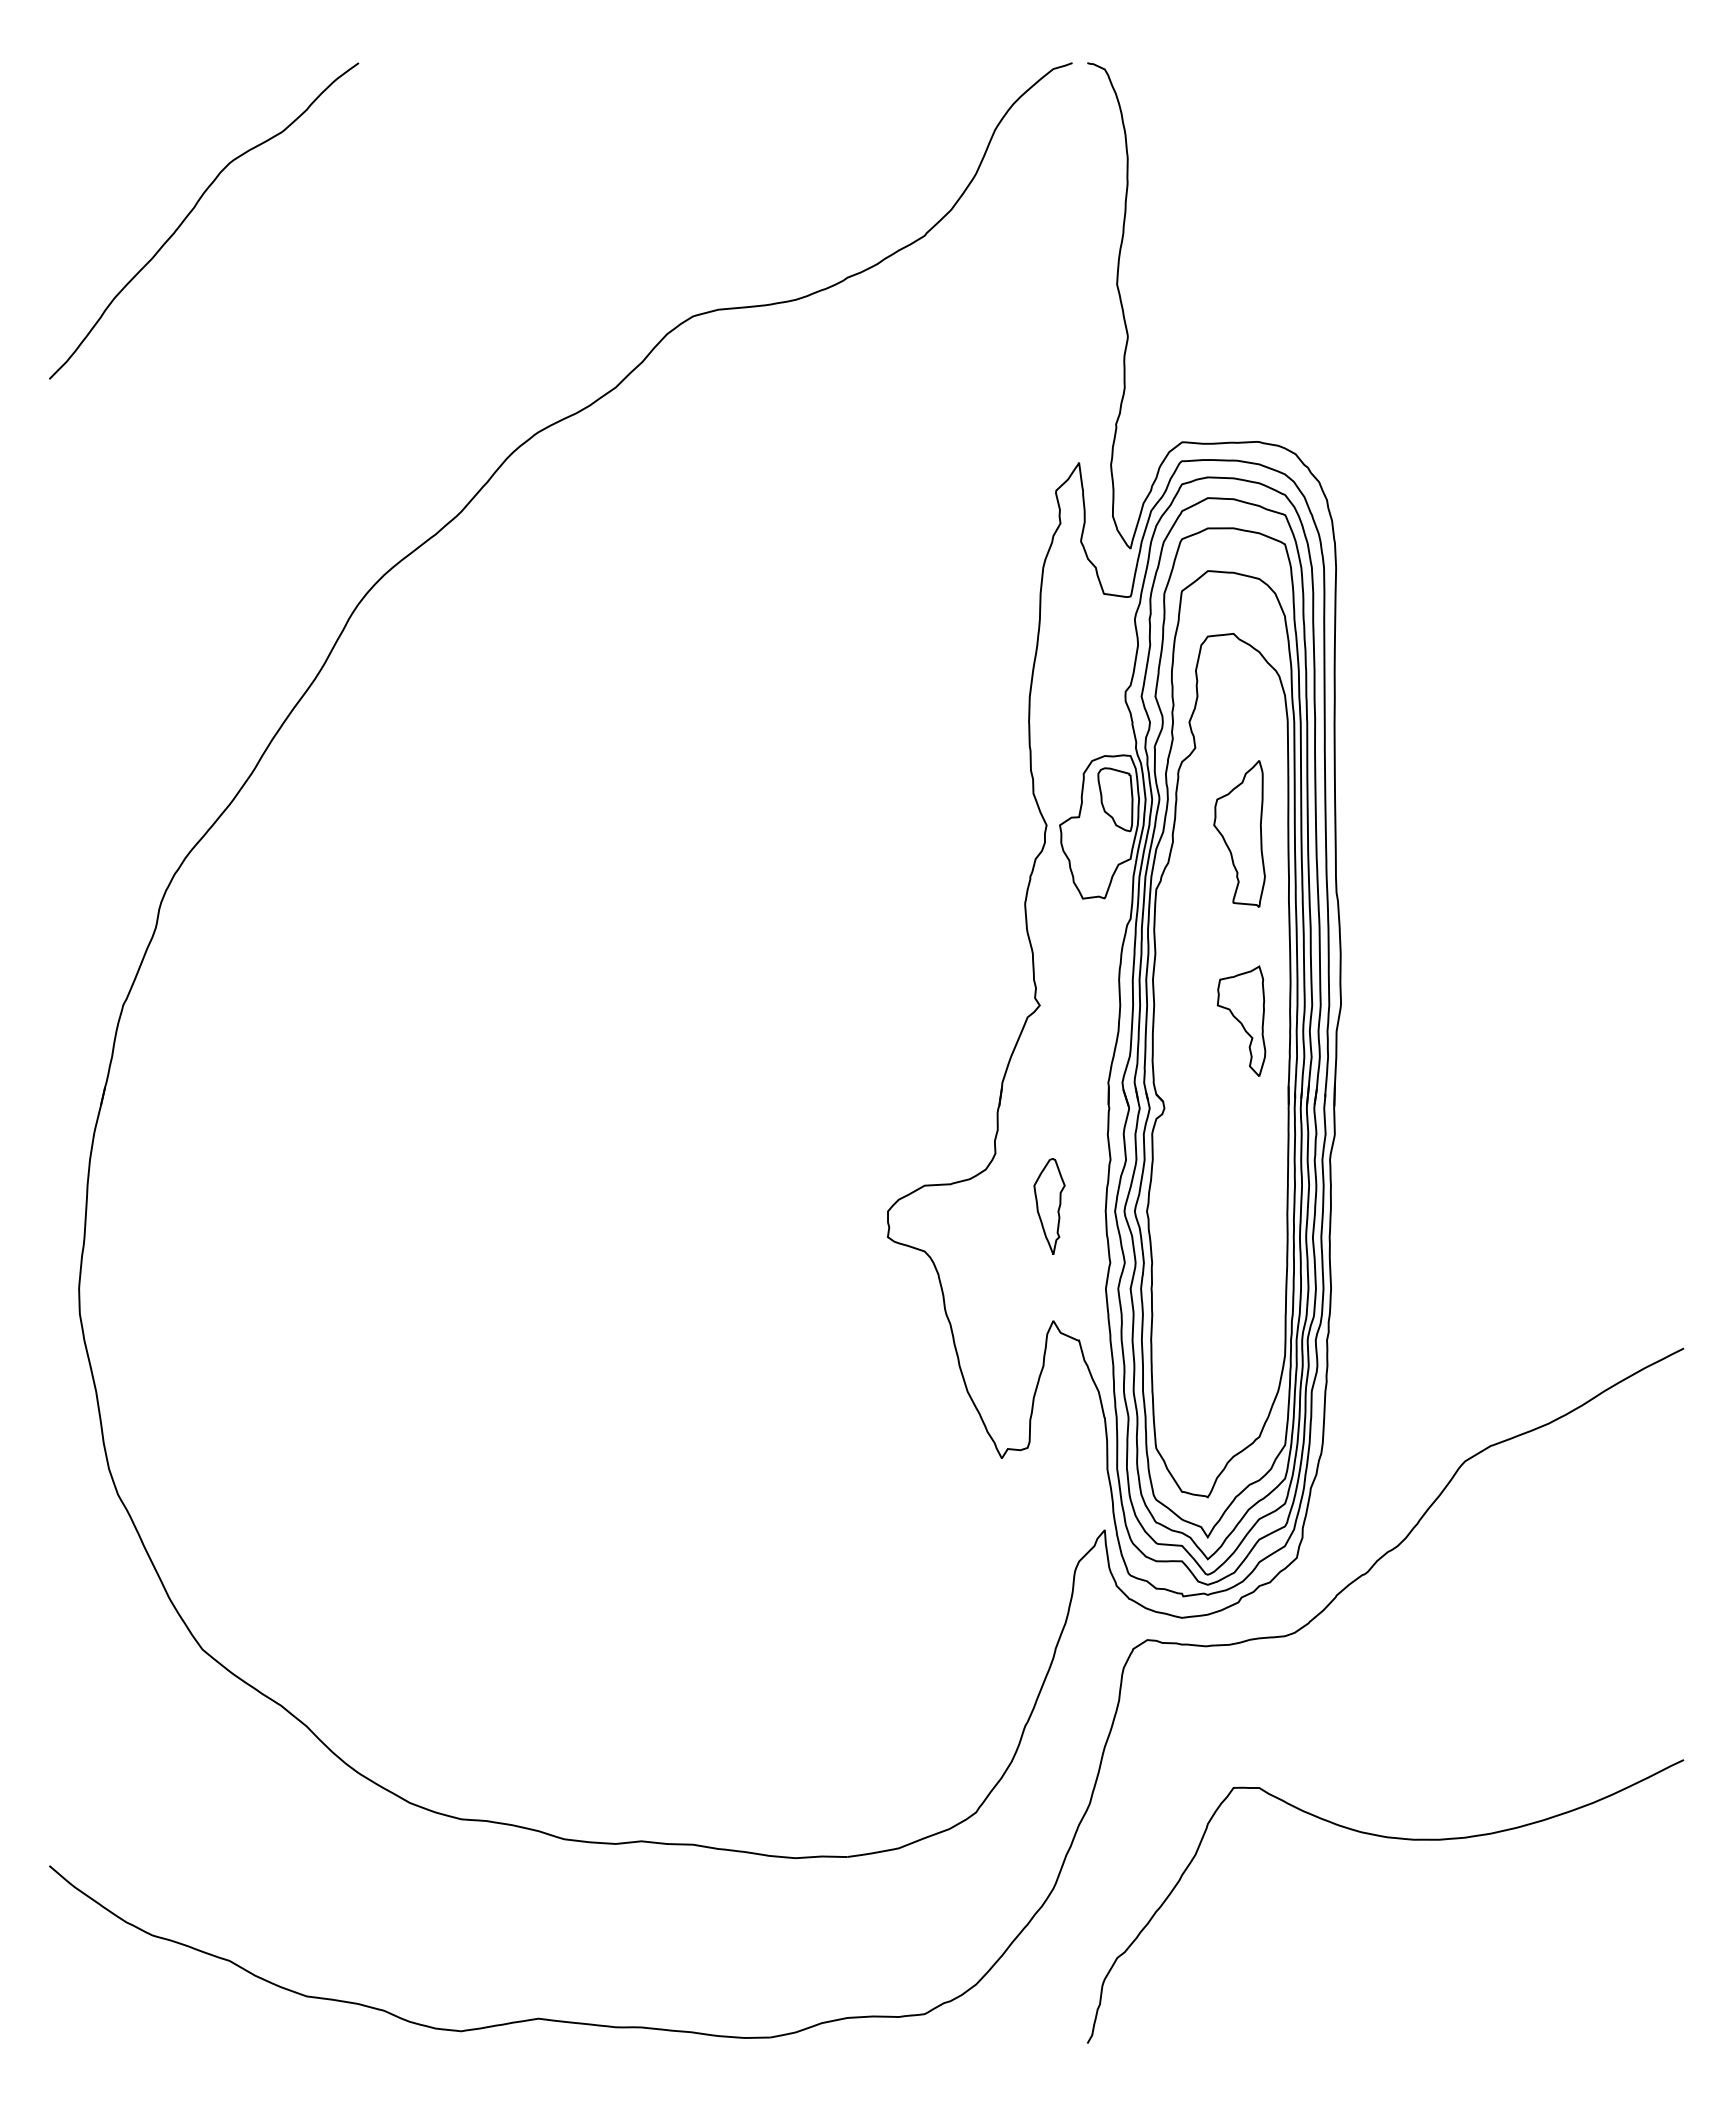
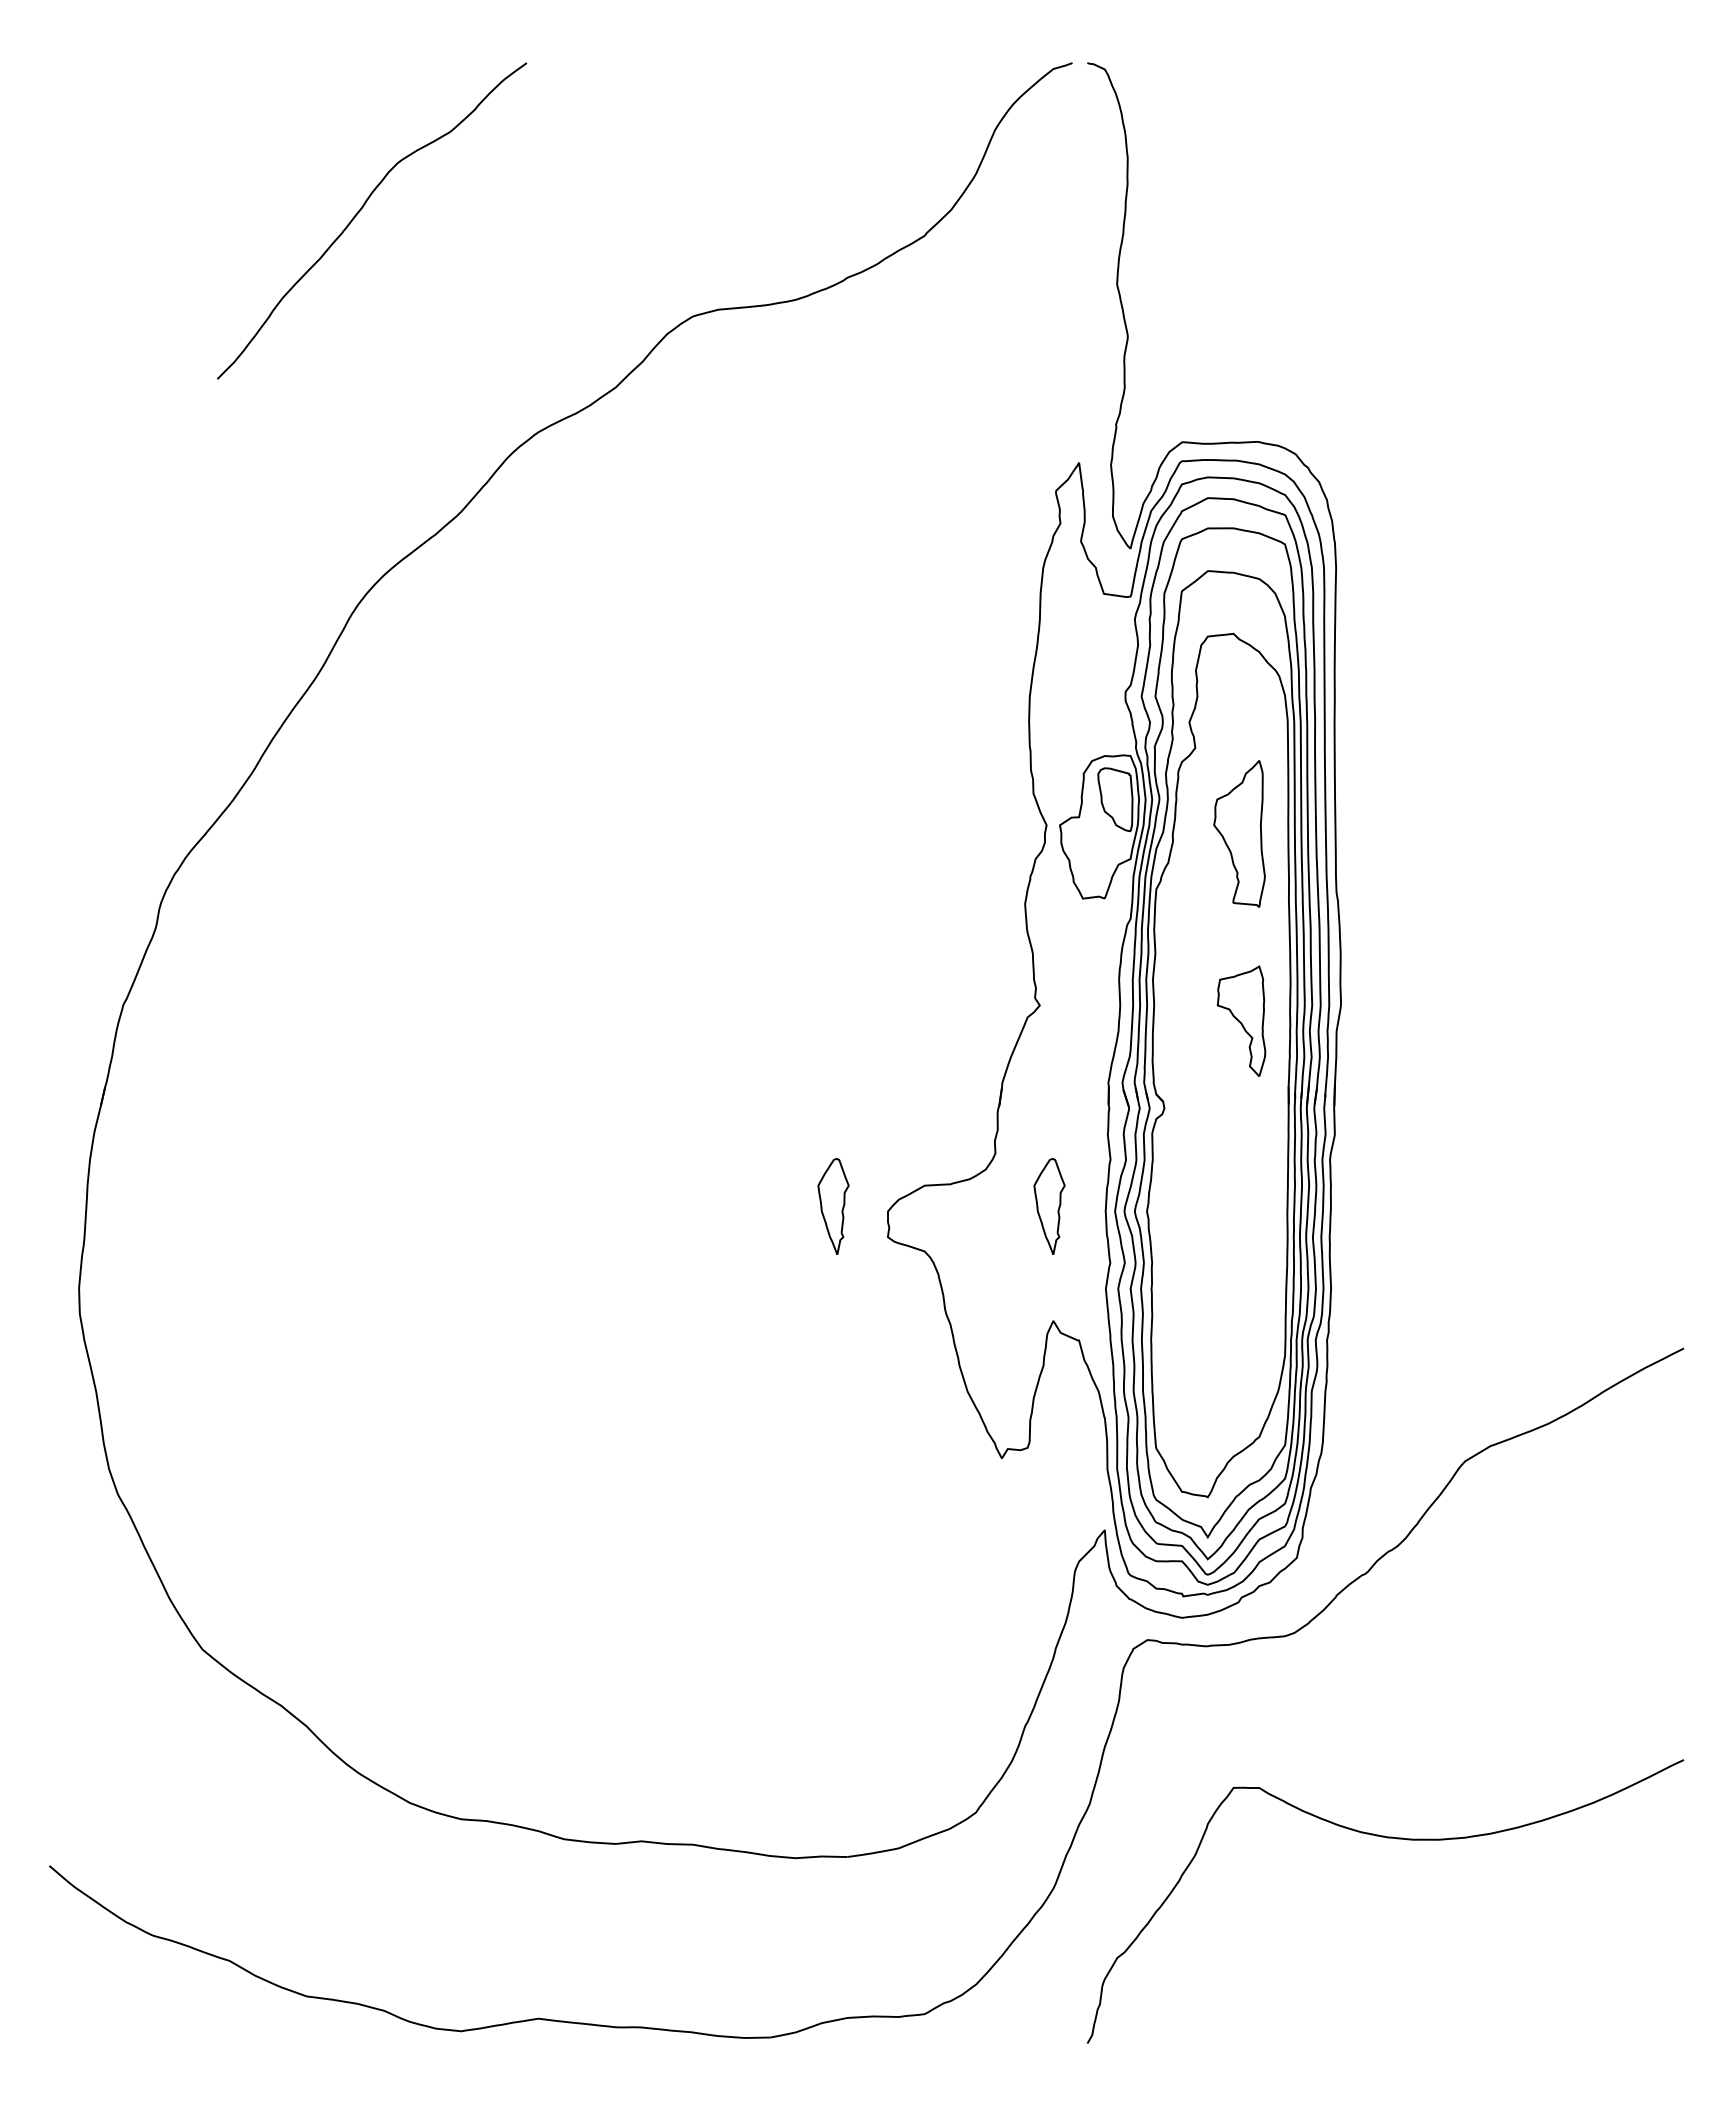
curve at (193, 210) position: (193, 210) -> (361, 210)
part at (833, 1206): none -> present
